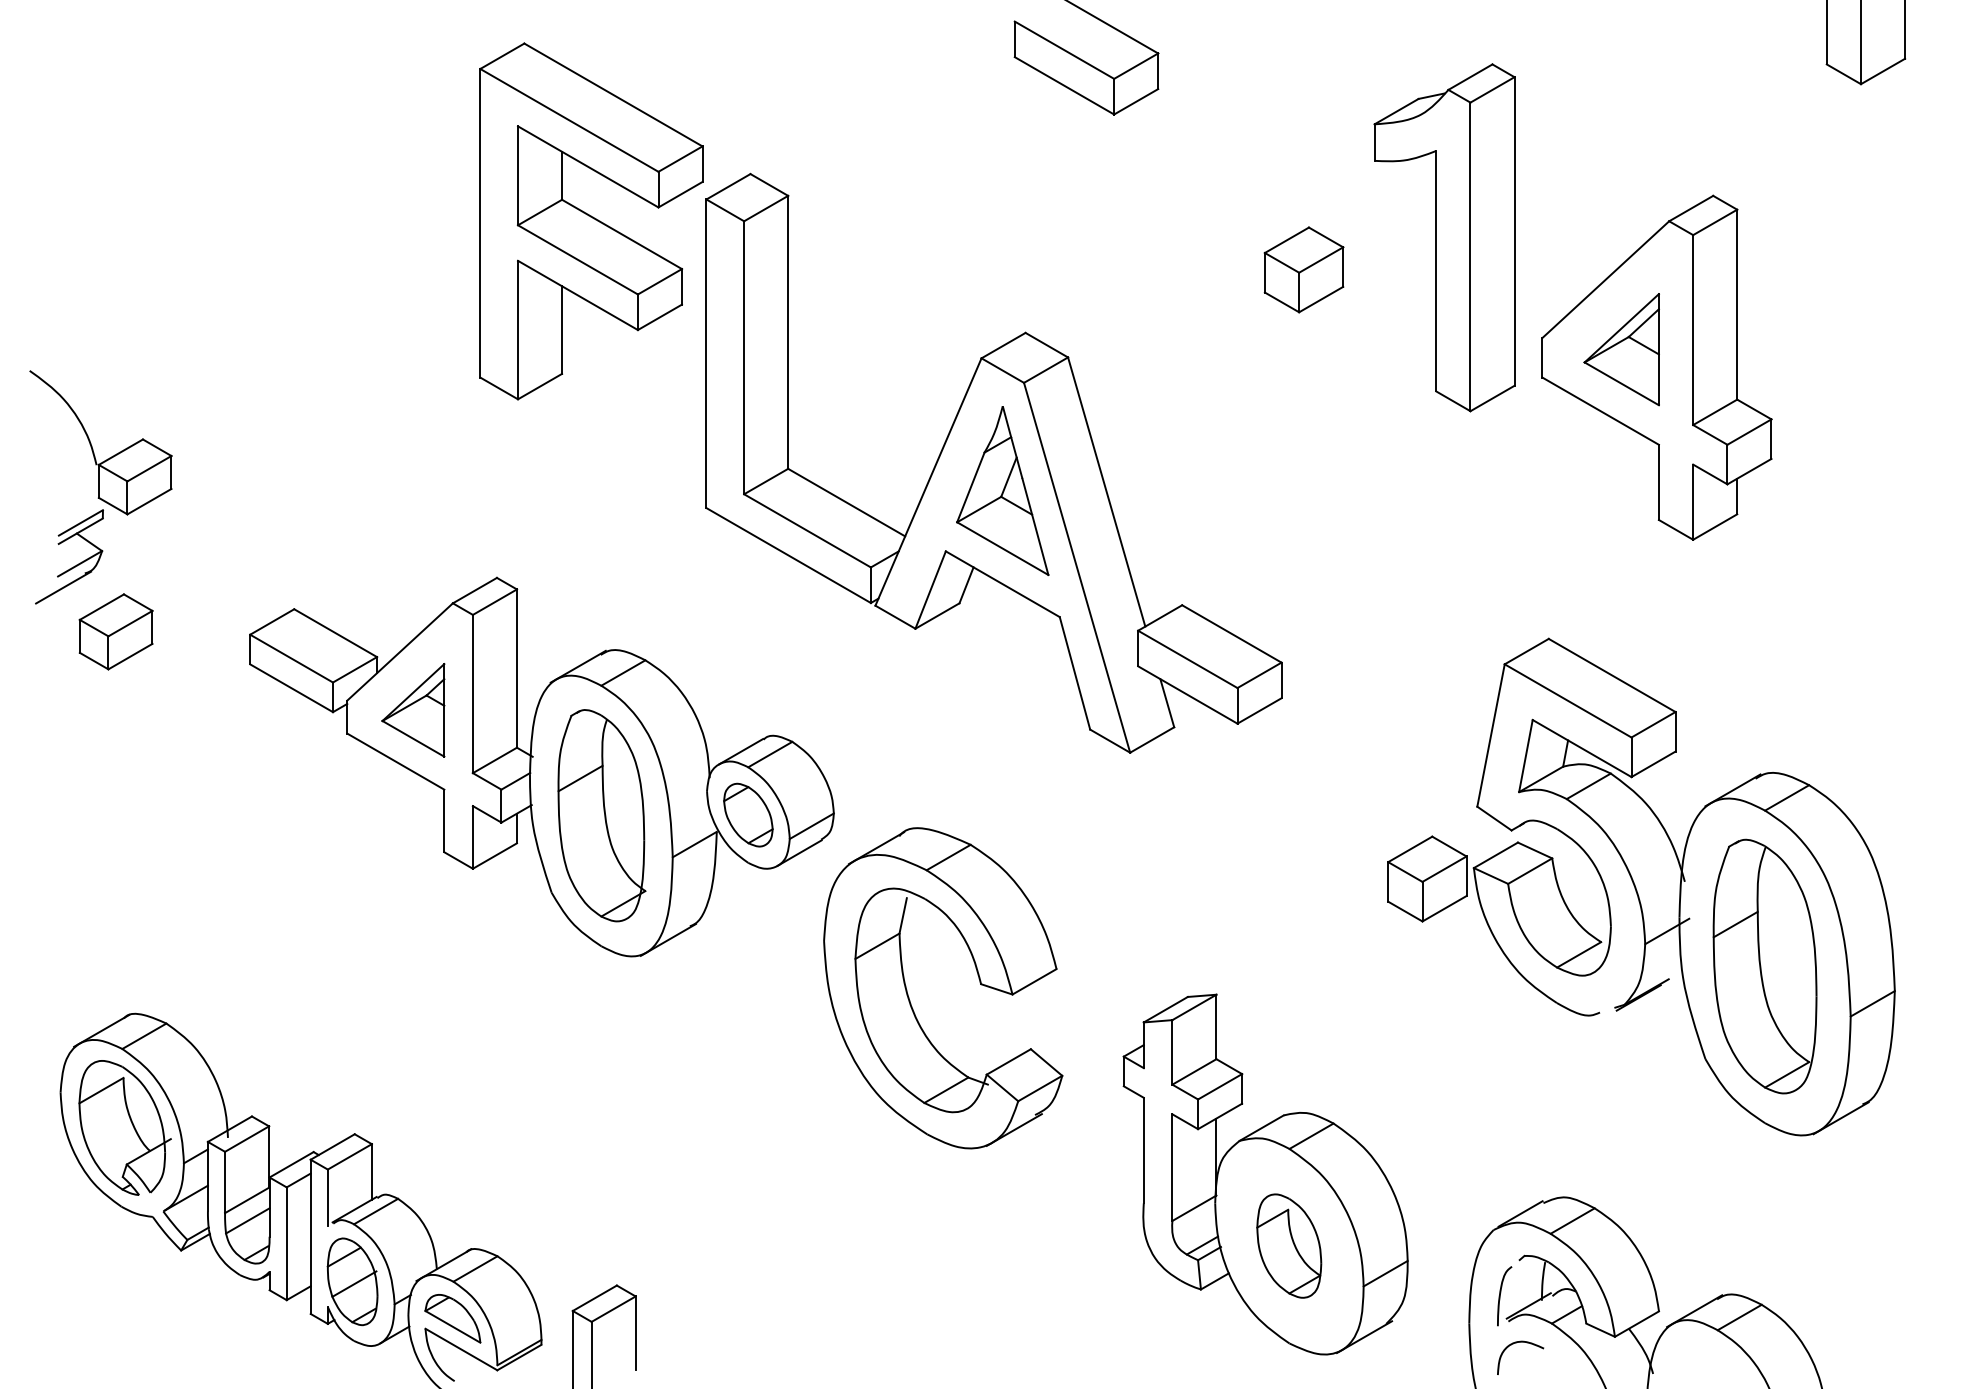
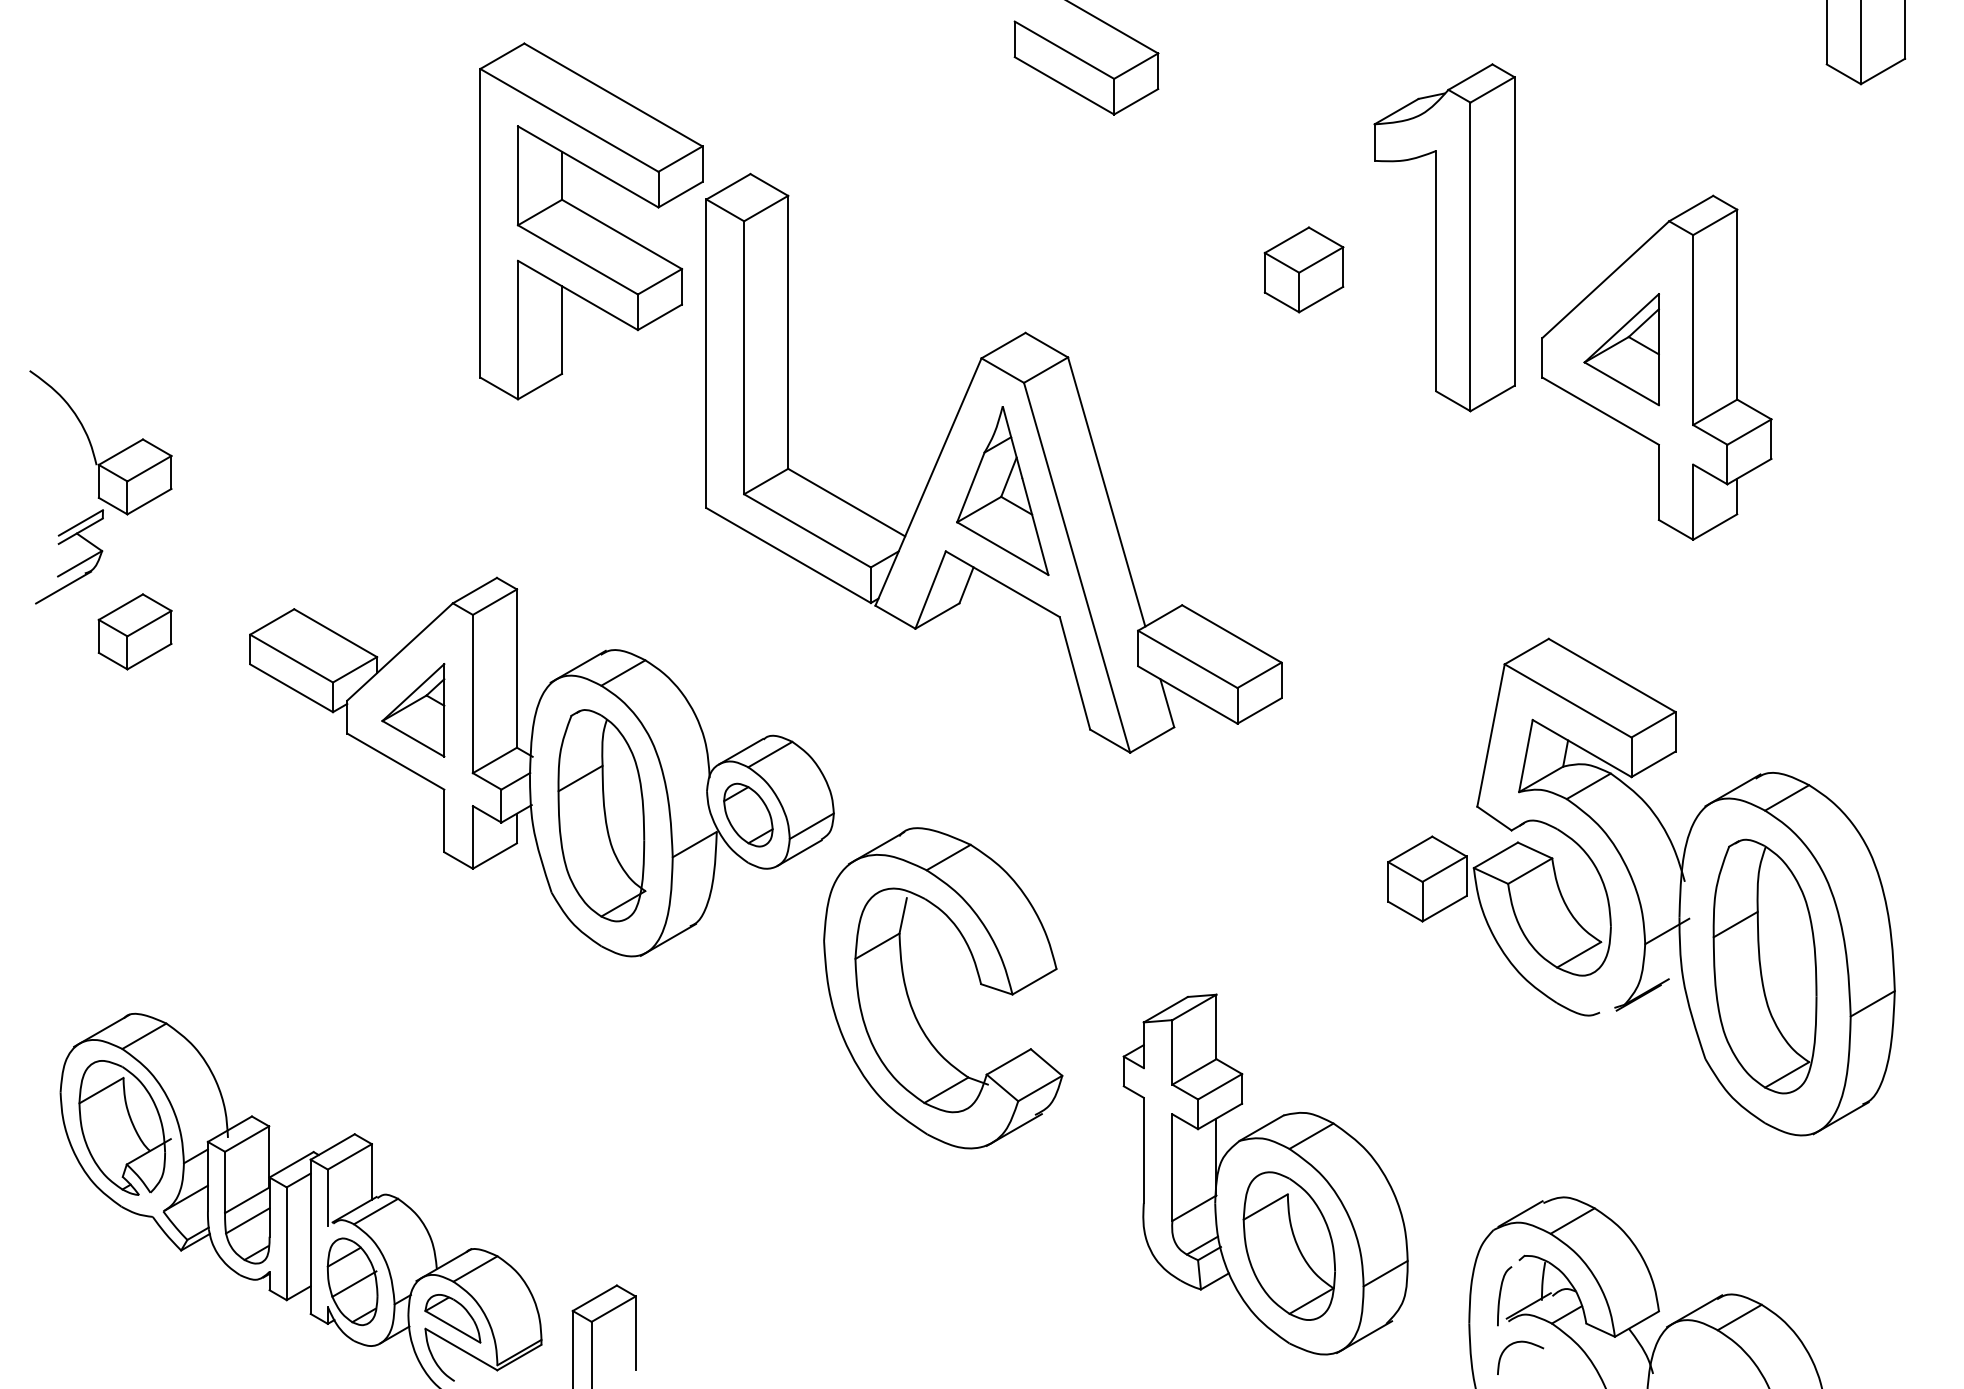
part at (115, 631) position: (115, 631) -> (134, 631)
part at (1289, 1245) size: 67x106 px -> 94x150 px
